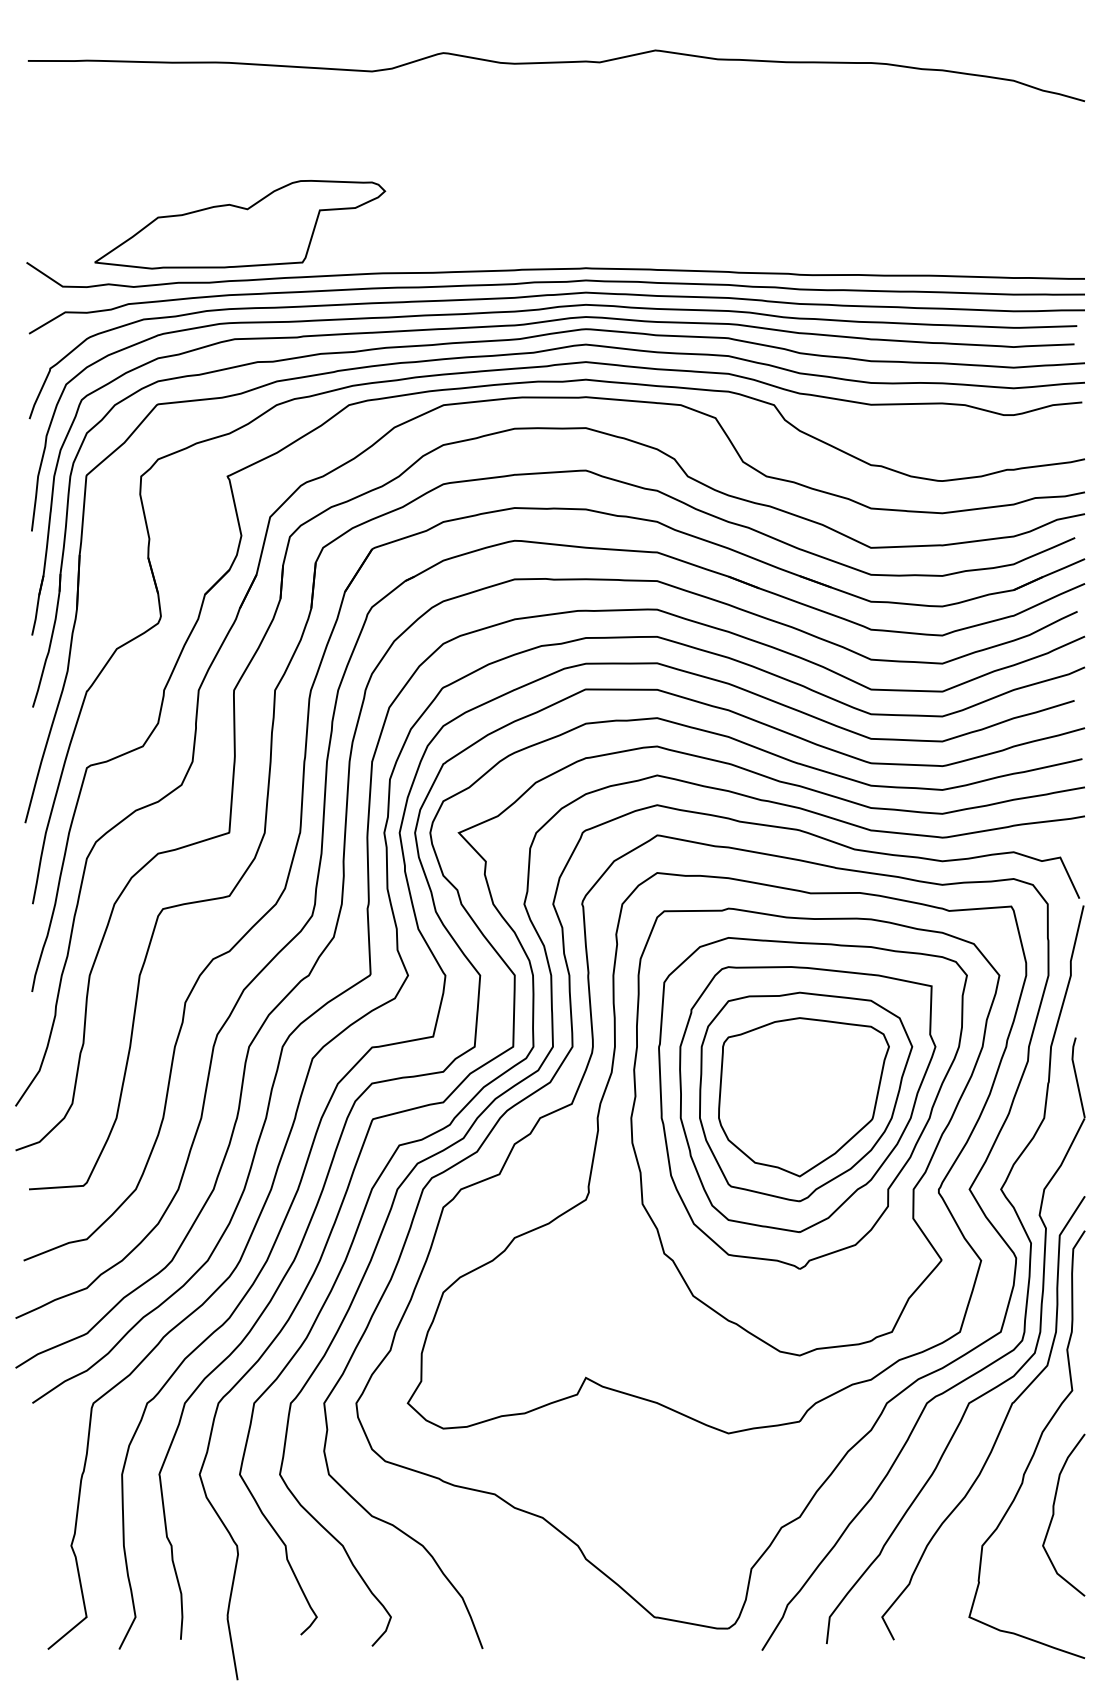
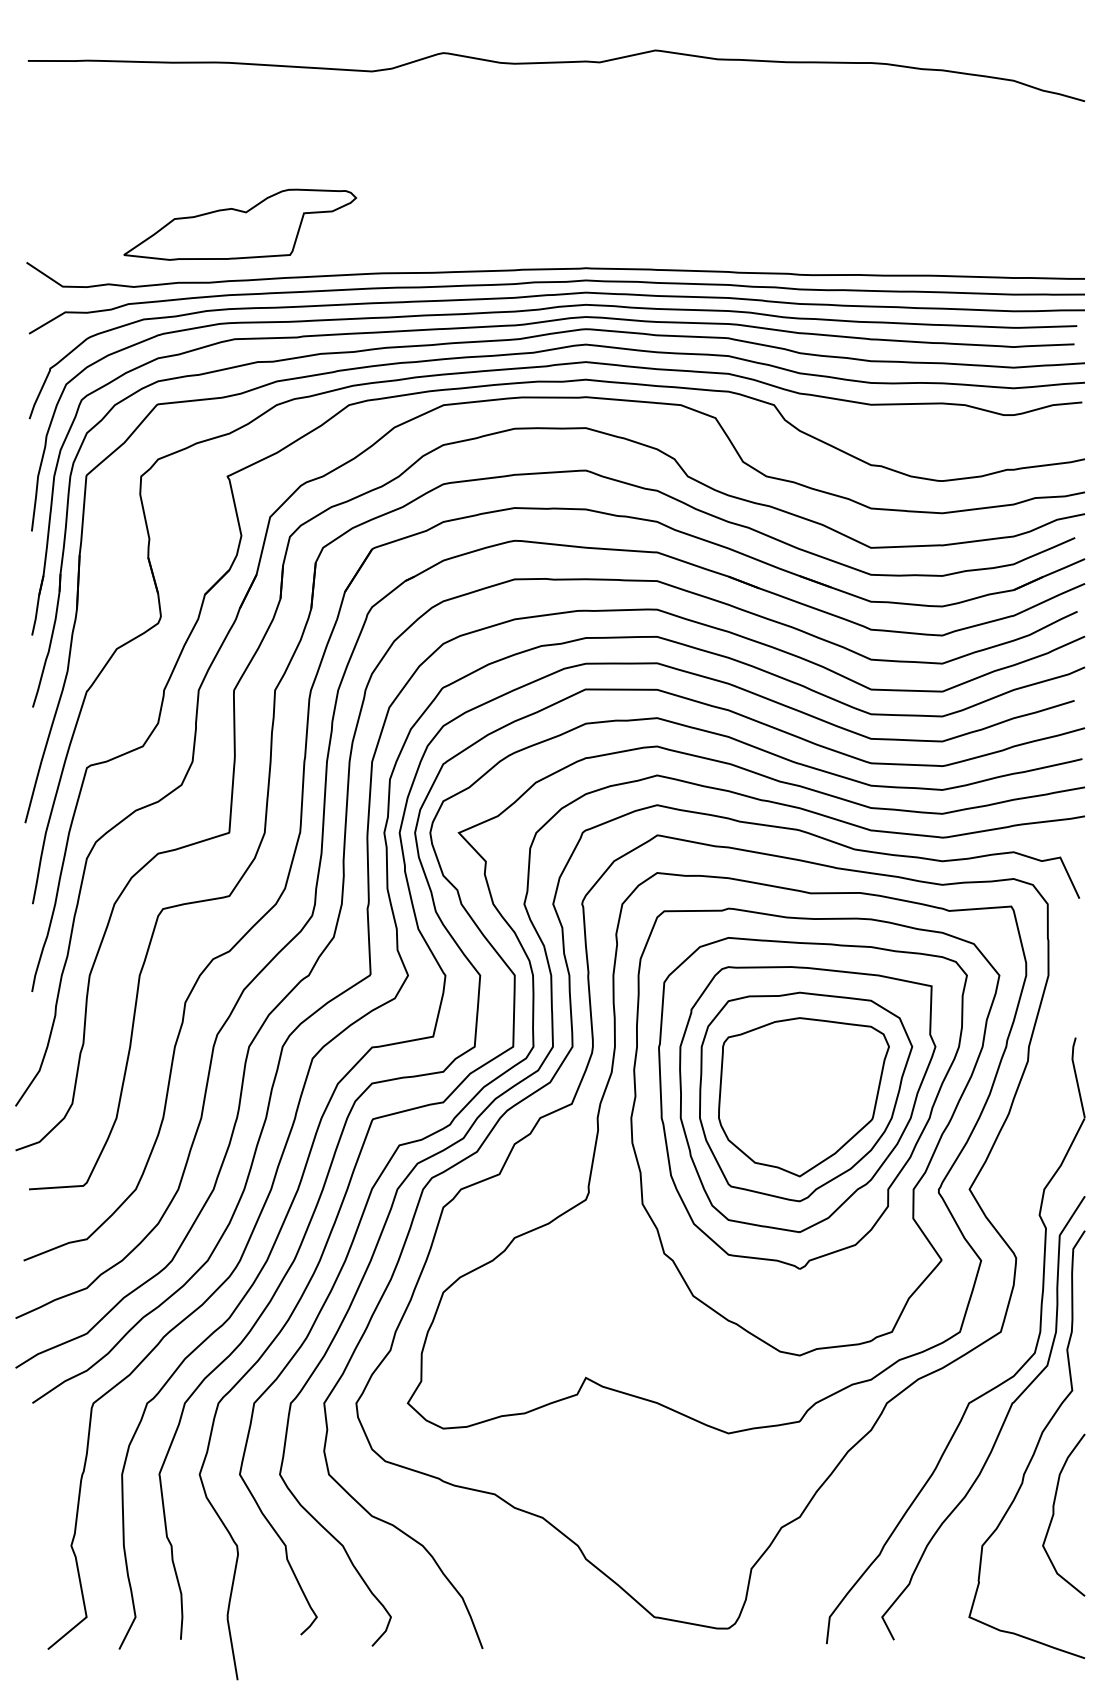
part at (240, 224) size: 293x90 px -> 235x73 px
curve at (1027, 1283): present -> none
